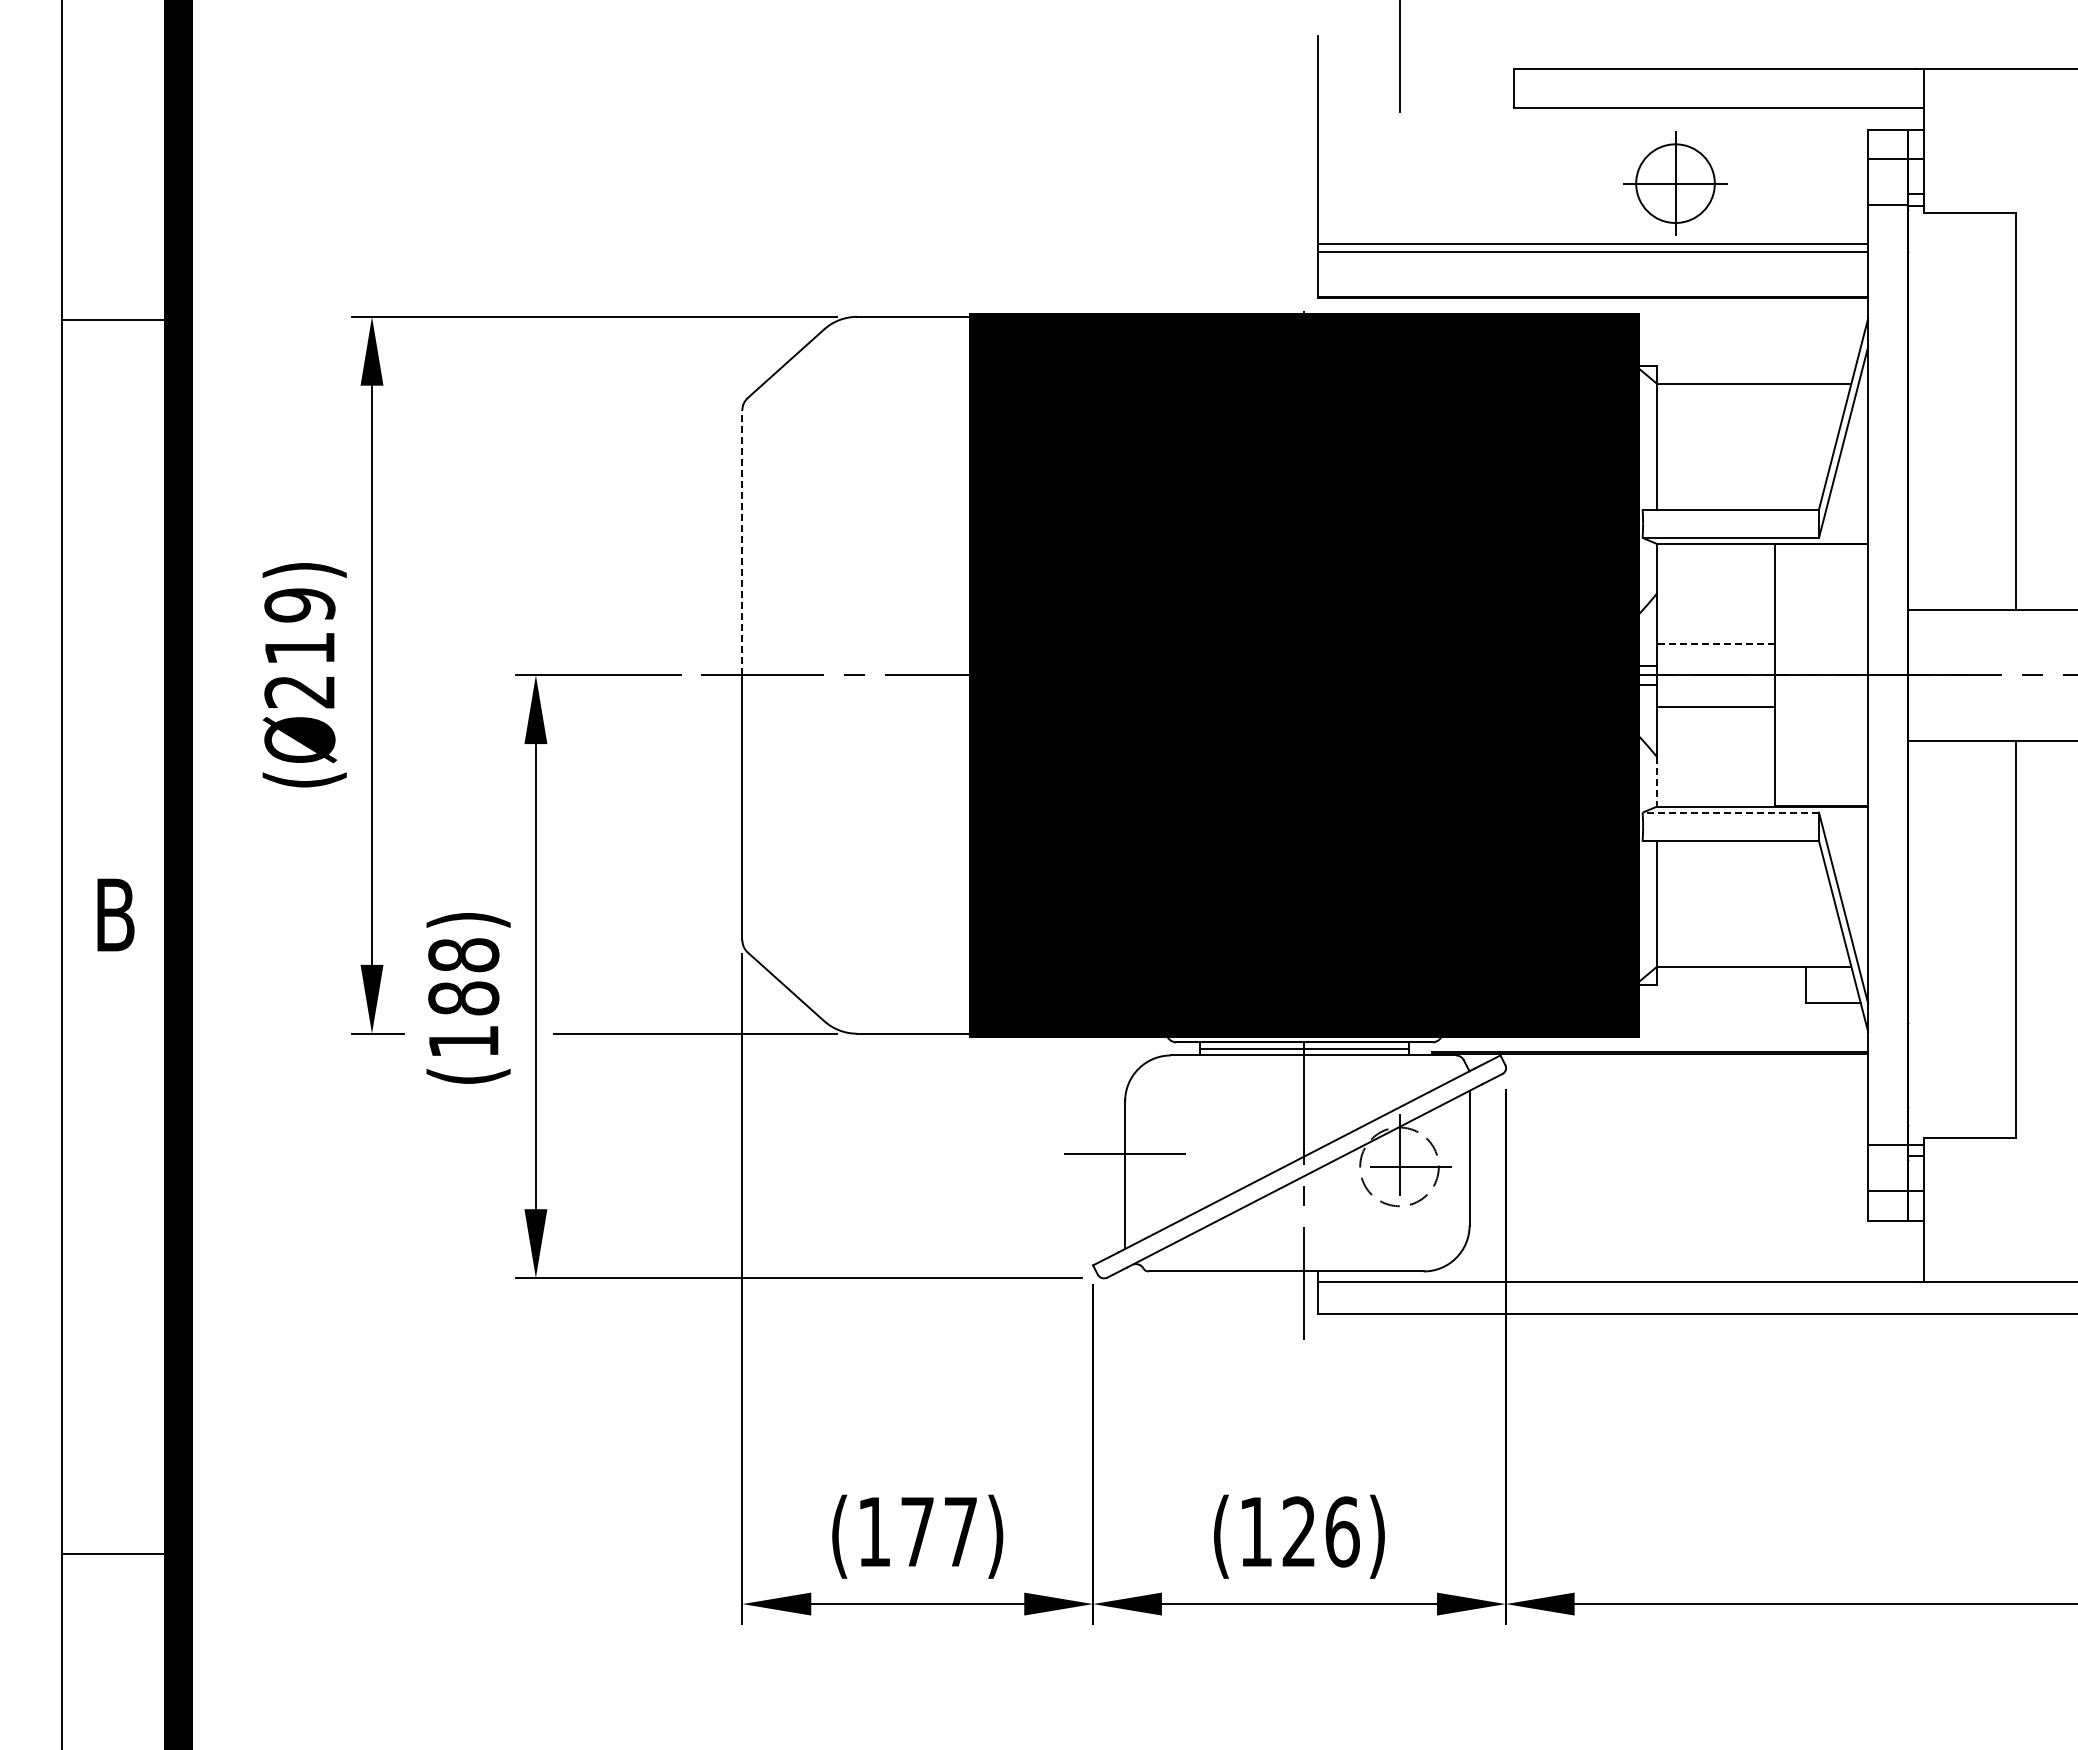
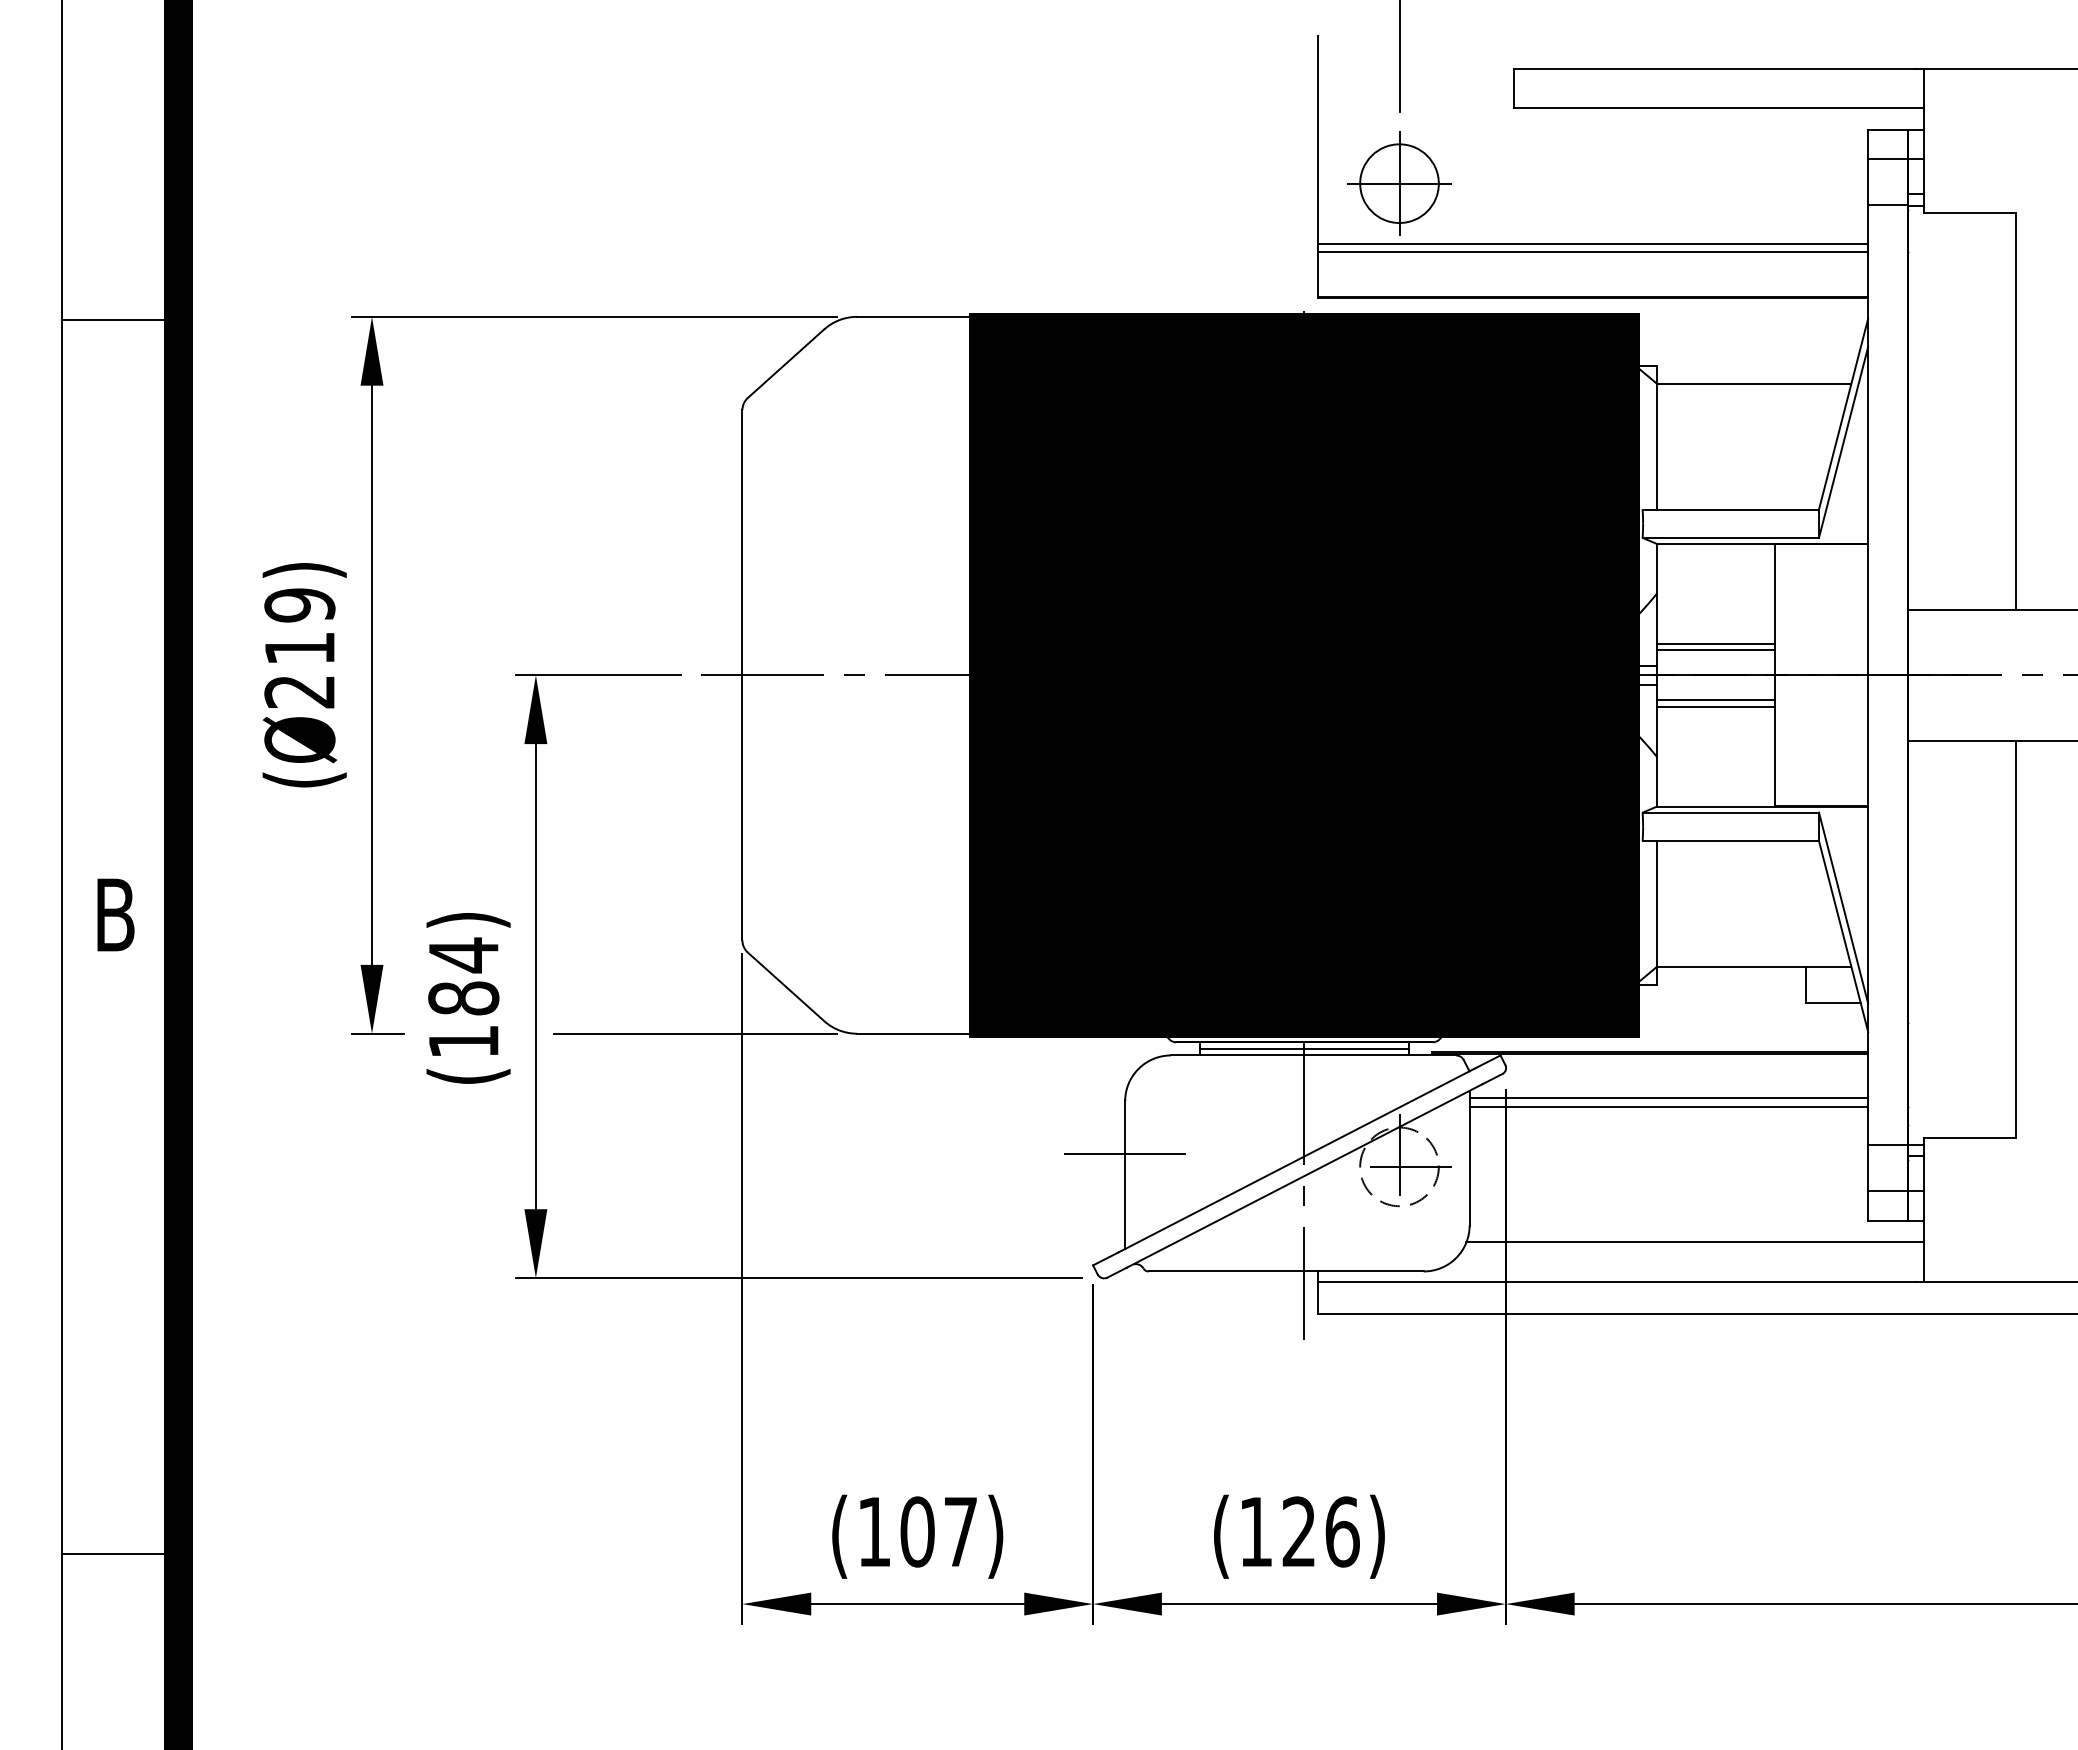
part at (1675, 183) position: (1675, 183) -> (1399, 183)
line at (742, 542): dashed -> solid
line at (1715, 643): dashed -> solid
line at (1715, 650): none -> present
line at (1715, 700): none -> present
line at (1656, 781): dashed -> solid
line at (1730, 812): dashed -> solid
text at (463, 955): (188) -> (184)
line at (1668, 1098): none -> present
line at (1668, 1106): none -> present
line at (1694, 1242): none -> present
text at (917, 1531): (177) -> (107)
